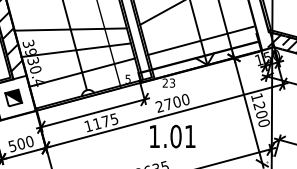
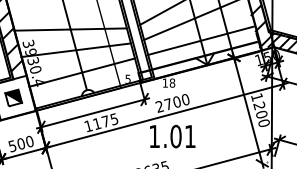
line at (188, 20): none -> present
hatch at (266, 26): none -> present
text at (168, 82): 23 -> 18
